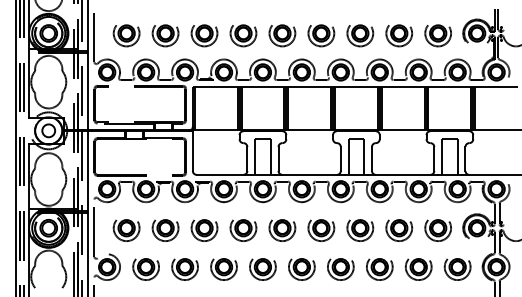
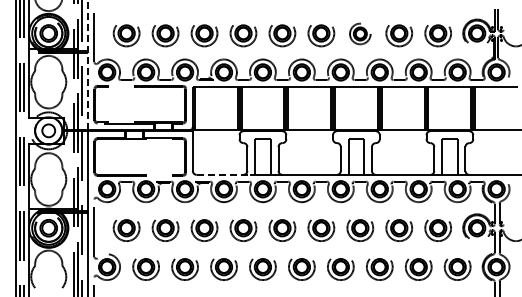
part at (360, 35) size: 29x24 px -> 23x24 px
line at (87, 65): solid -> dashed
line at (224, 174): solid -> dashed
